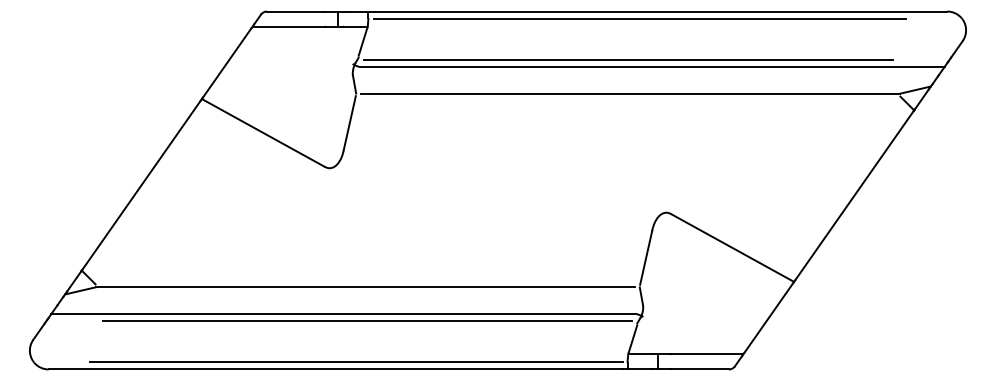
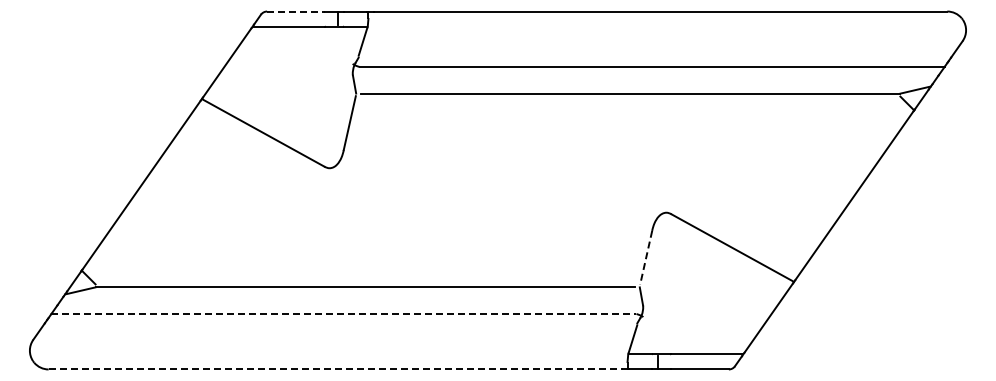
line at (296, 11): solid -> dashed
line at (639, 19): present -> none
line at (628, 59): present -> none
line at (646, 257): solid -> dashed
line at (343, 314): solid -> dashed
line at (367, 321): present -> none
line at (356, 361): present -> none
line at (335, 369): solid -> dashed
